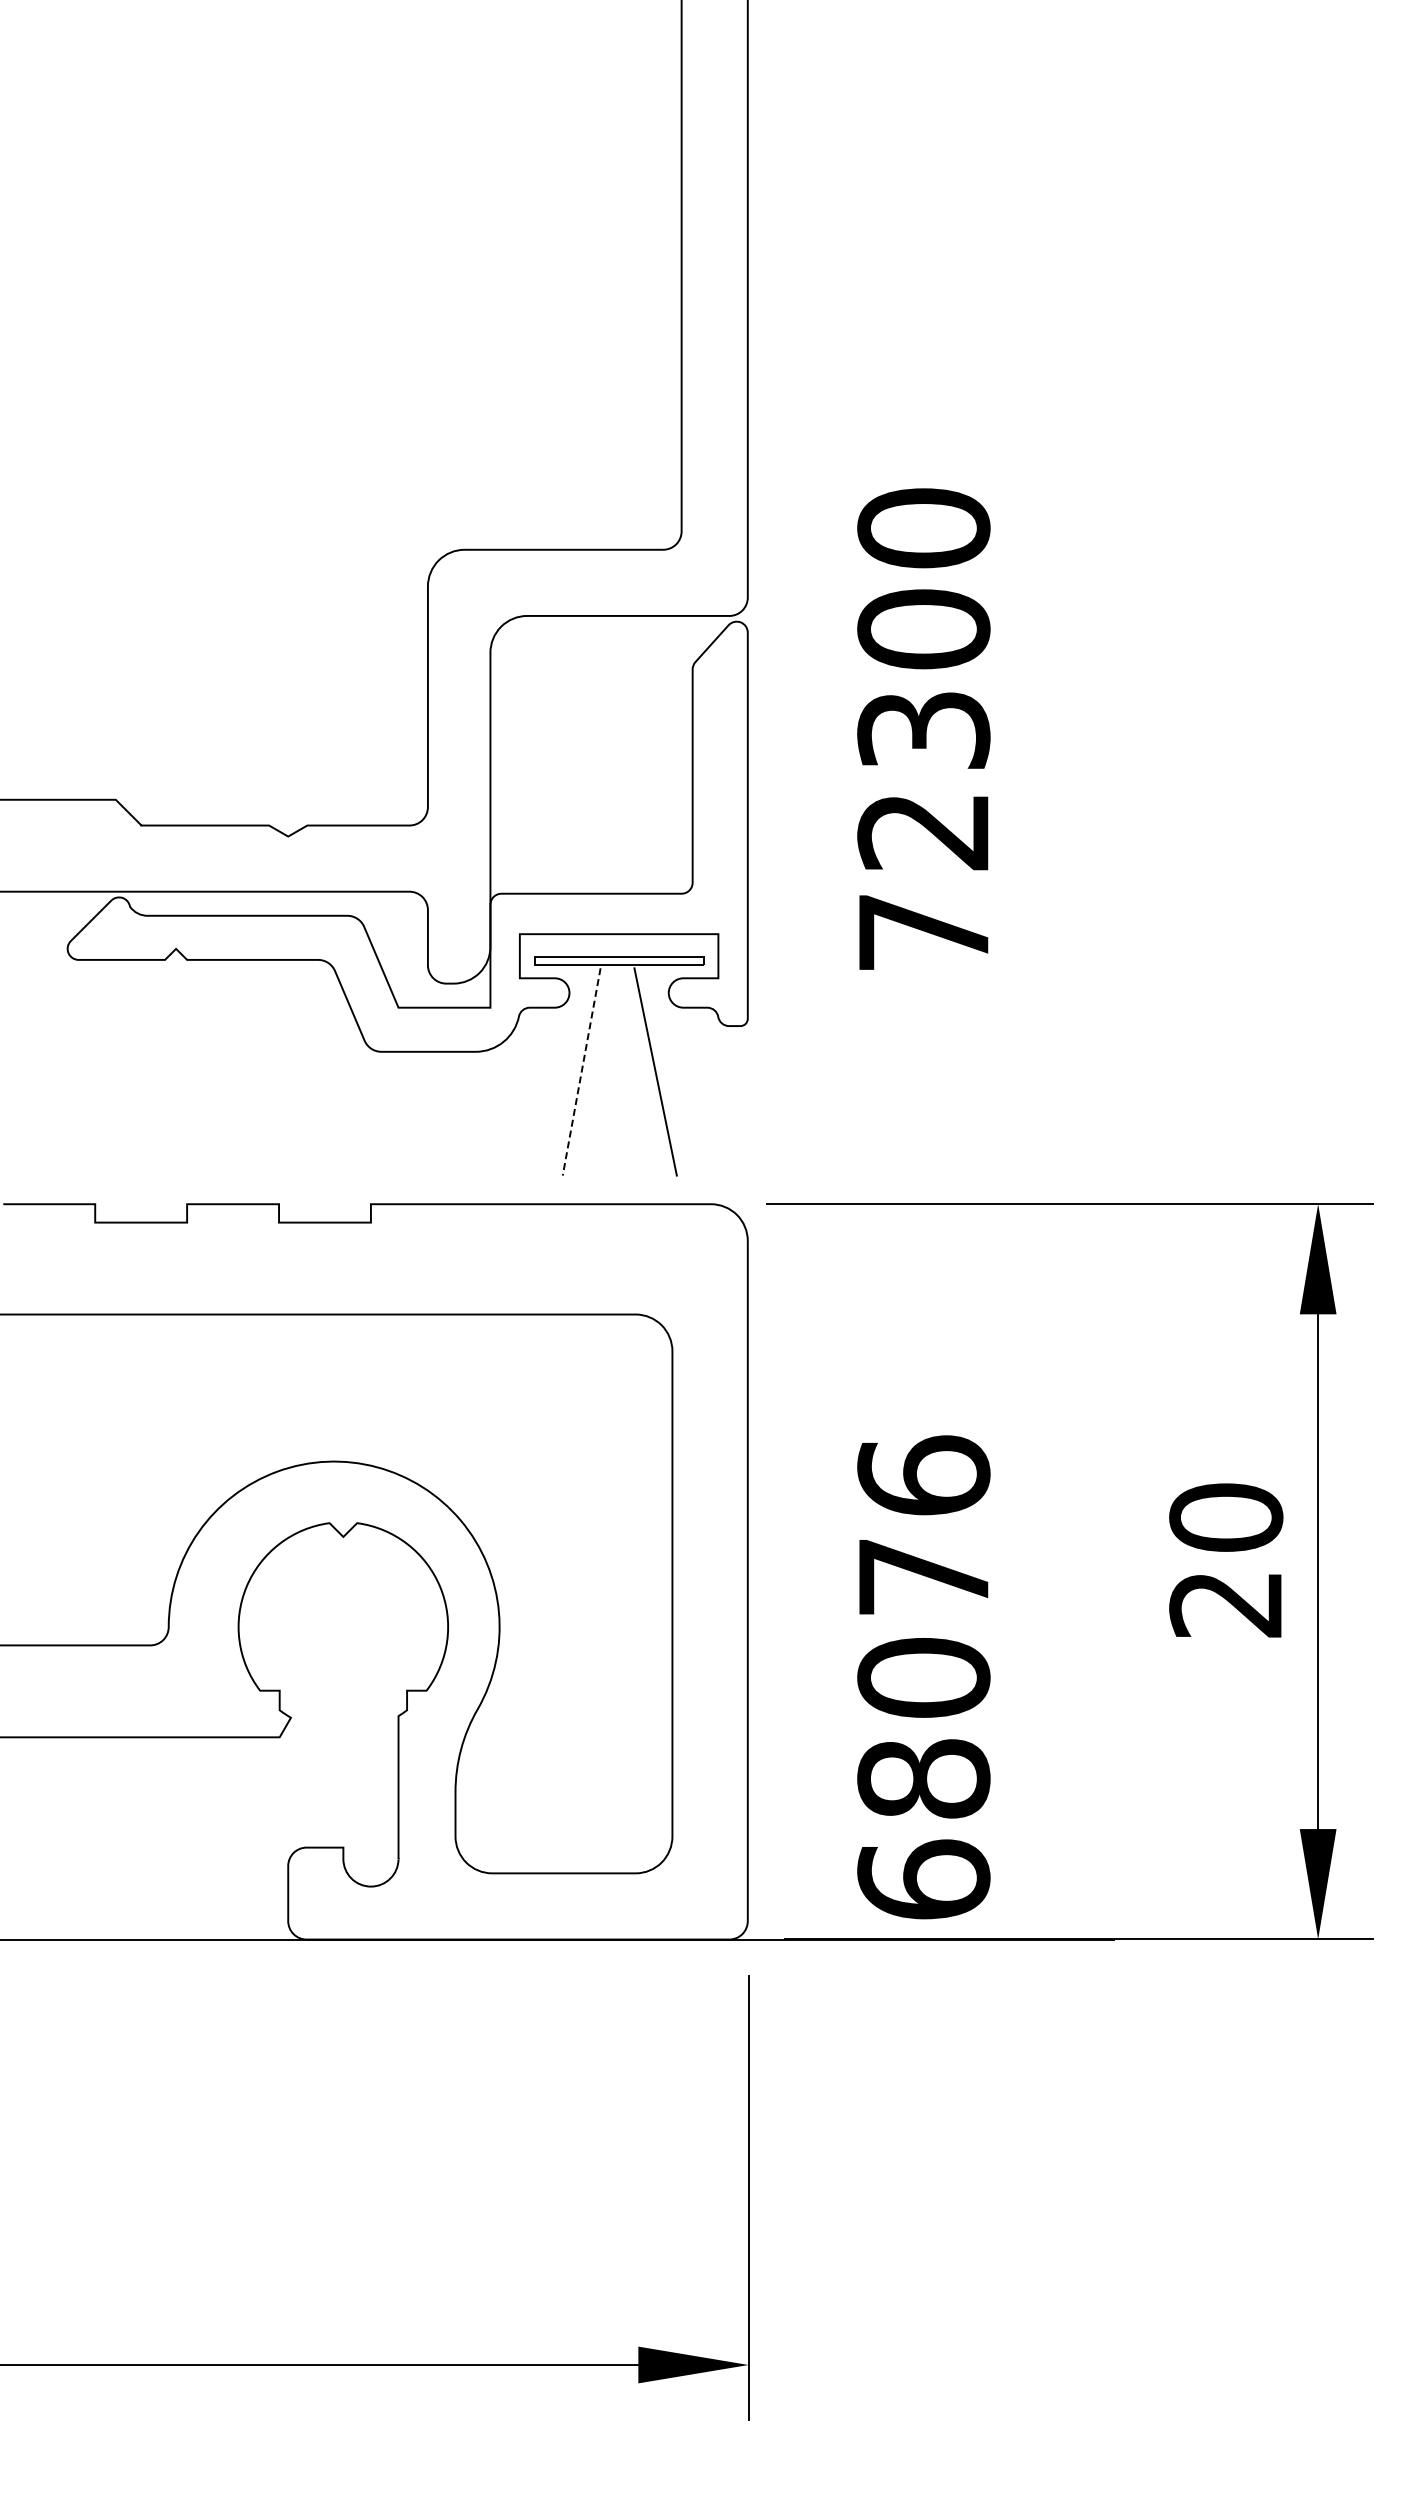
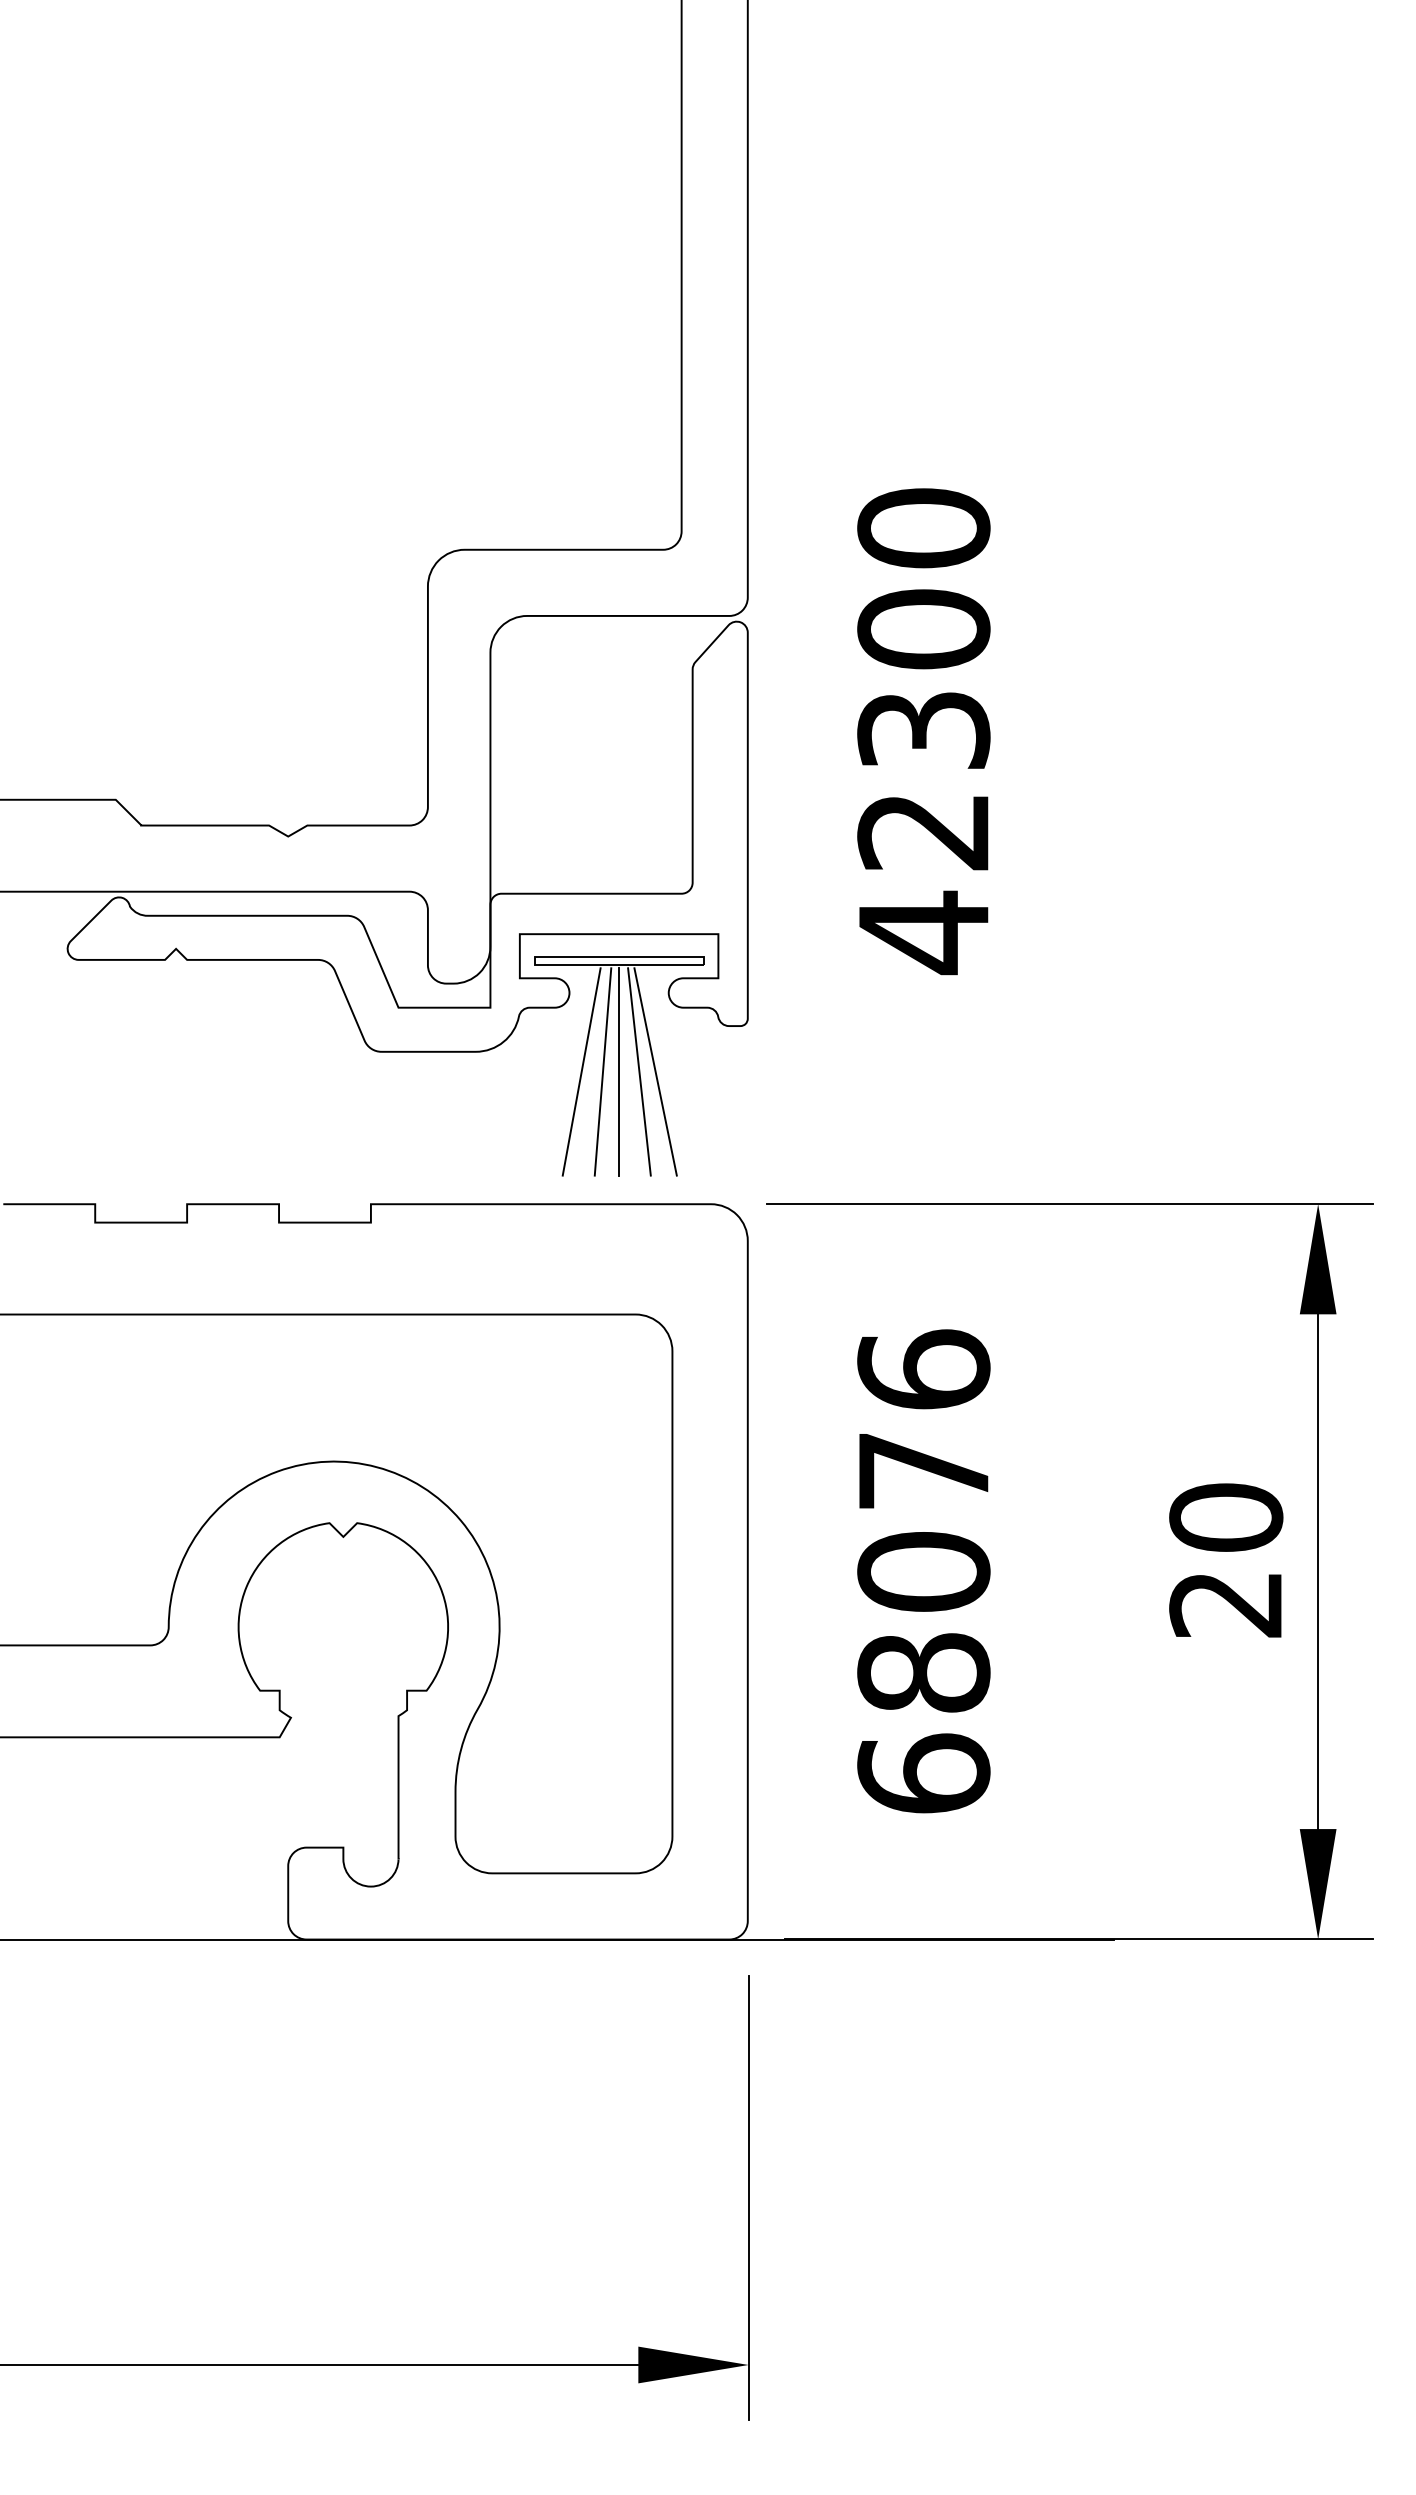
text at (923, 932): 72300 -> 42300
line at (602, 1071): none -> present
line at (619, 1071): none -> present
line at (639, 1071): none -> present
line at (581, 1072): dashed -> solid
text at (923, 1677) position: (923, 1677) -> (923, 1571)
